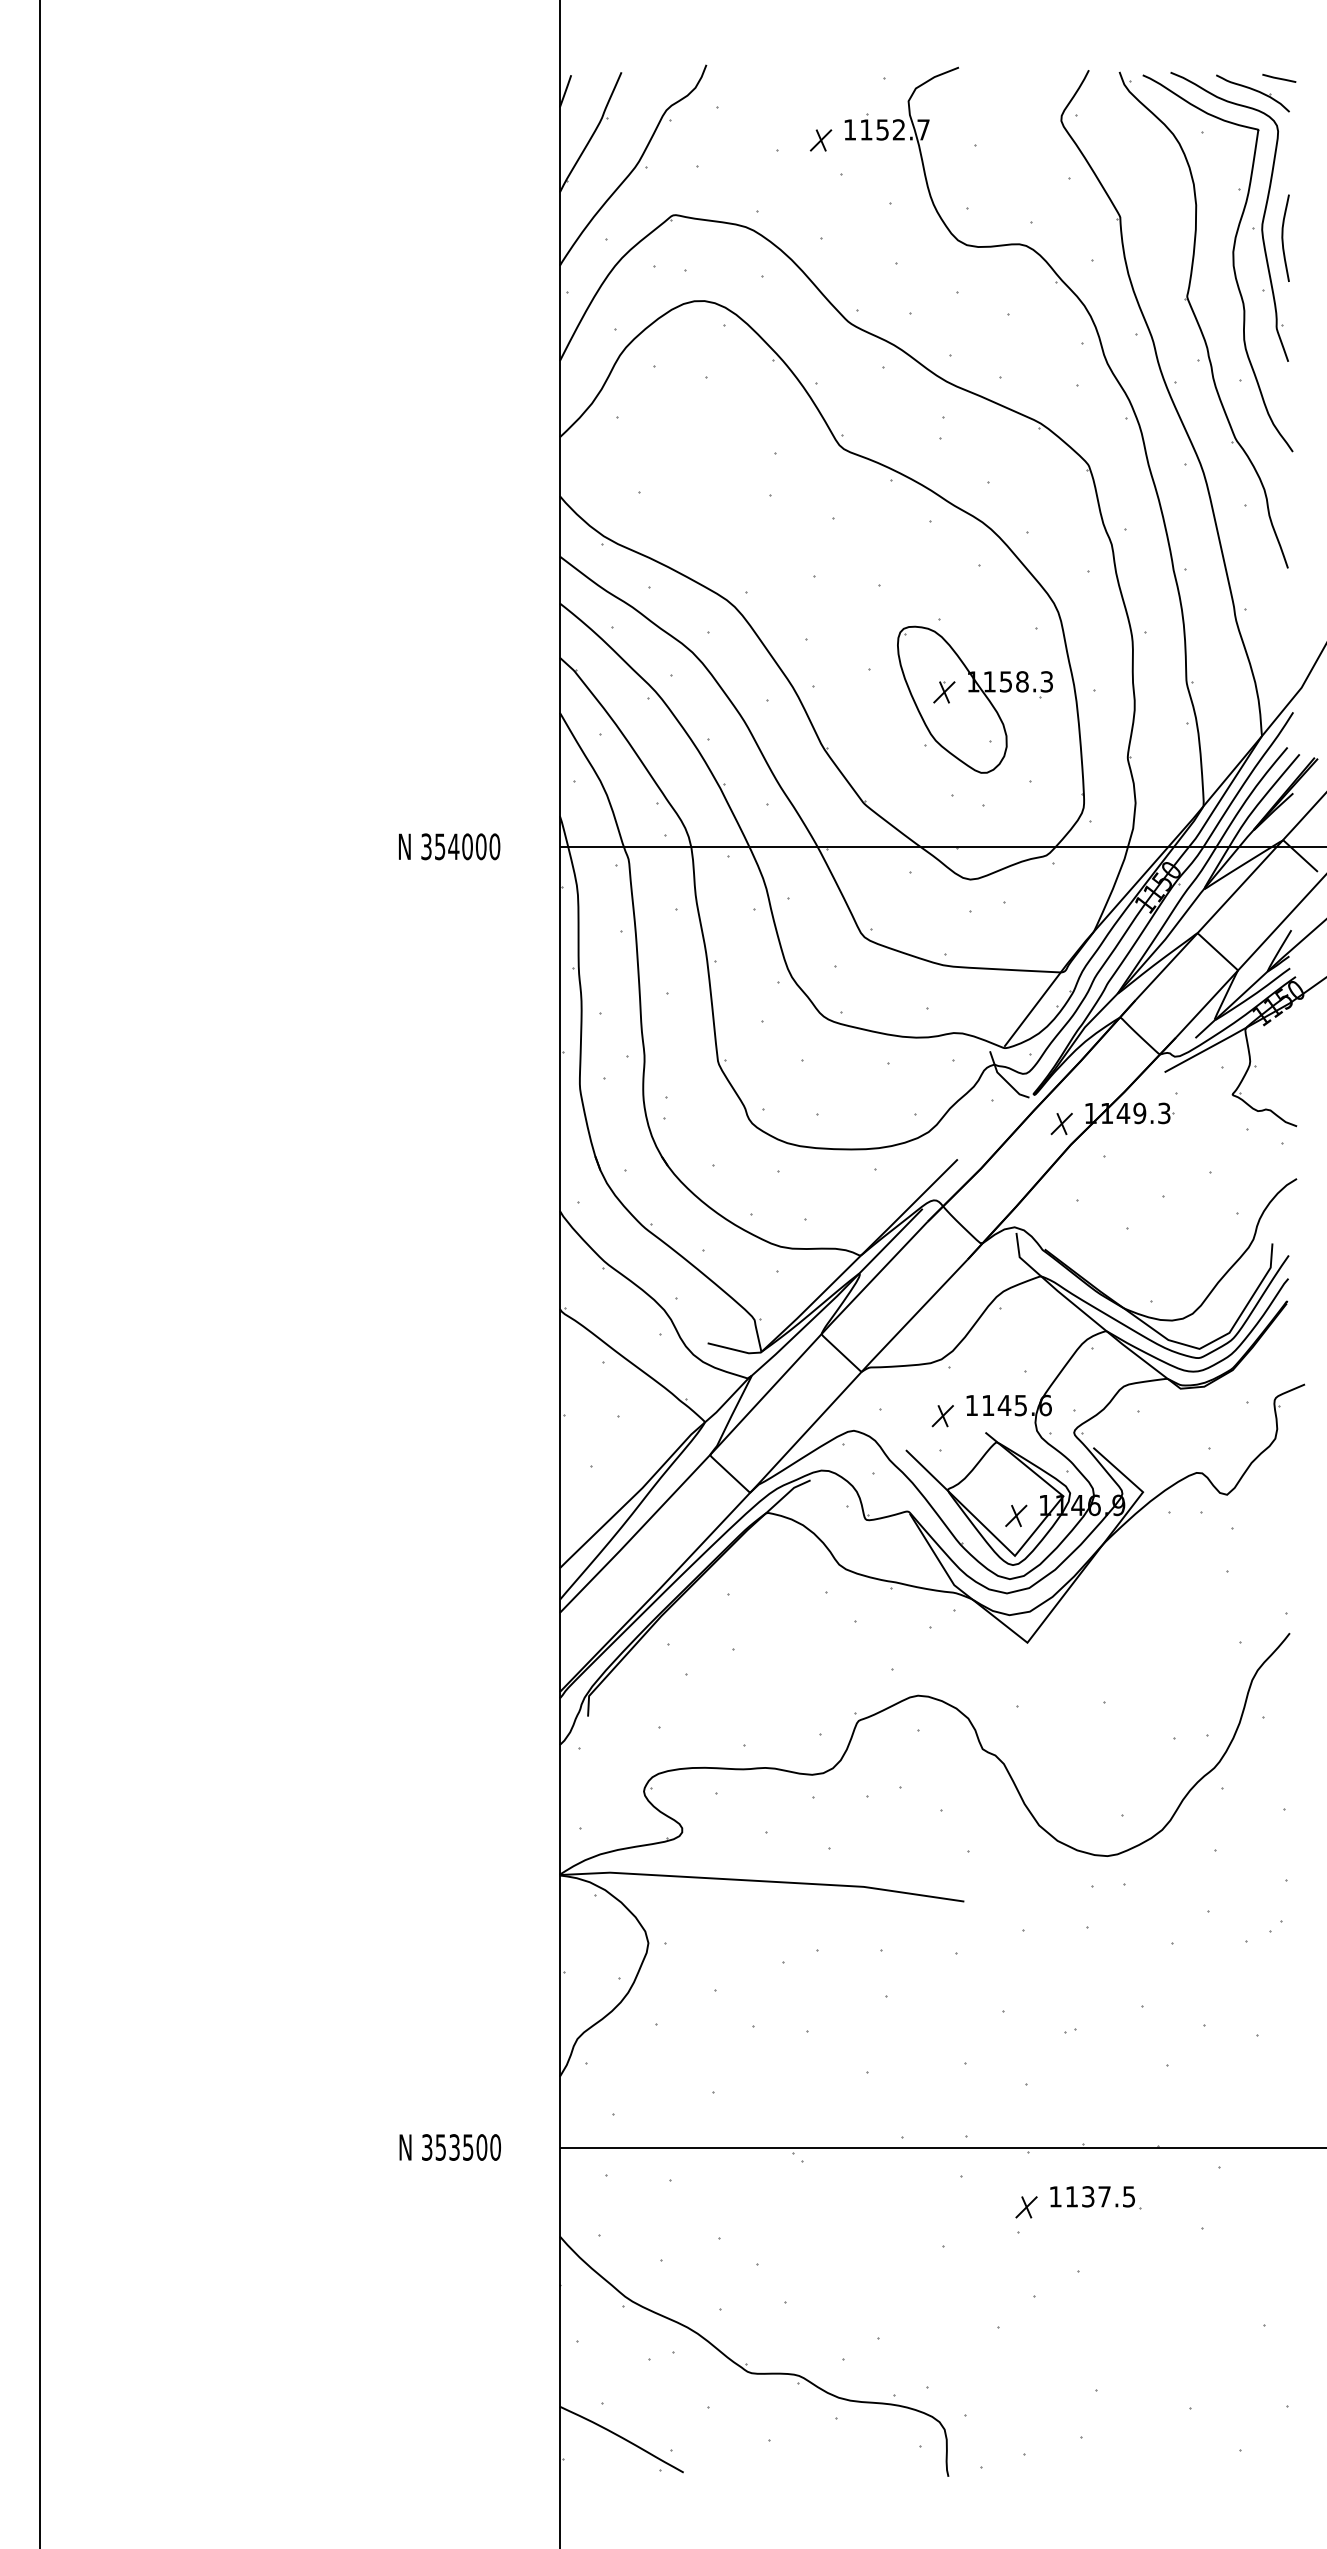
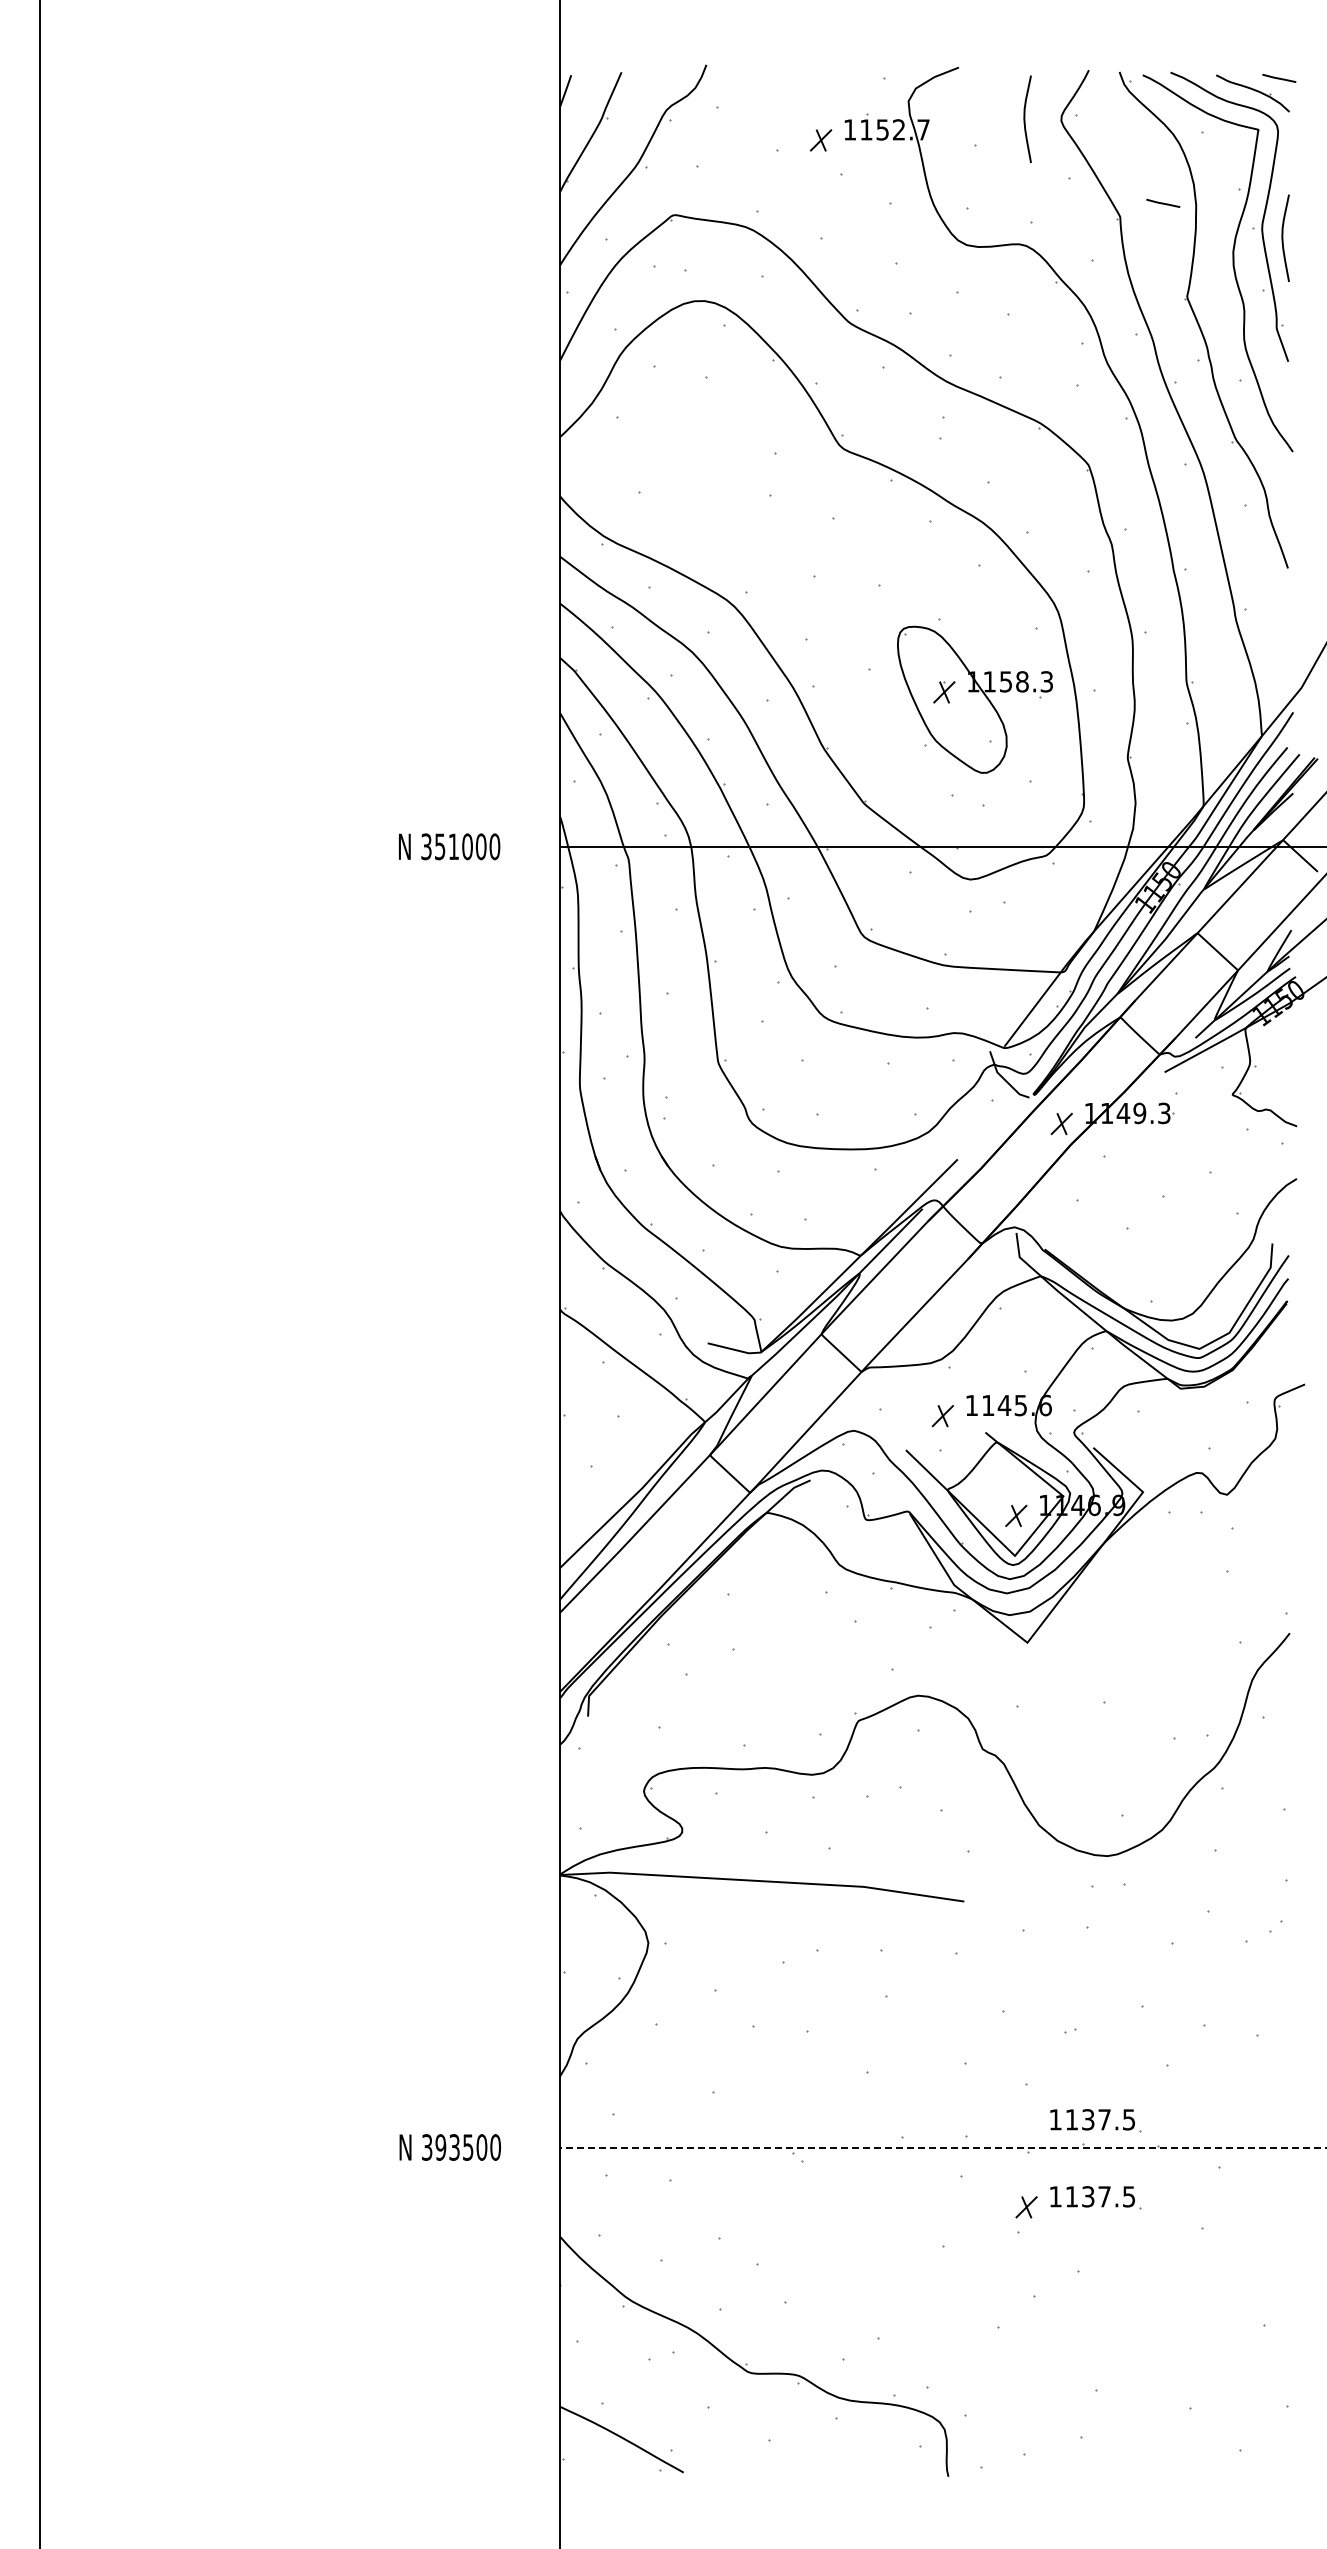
curve at (1025, 118): none -> present
line at (1163, 203): none -> present
text at (453, 846): 354000 -> 351000
part at (1095, 2120): none -> present
text at (440, 2147): 353500 -> 393500
line at (942, 2147): solid -> dashed
